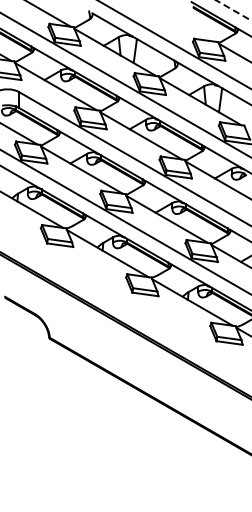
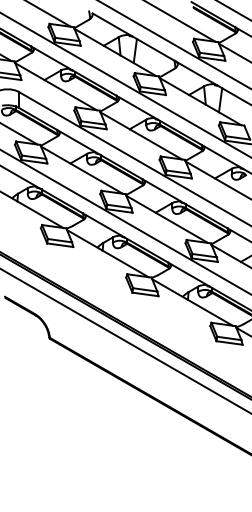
line at (234, 10): dashed -> solid
line at (180, 21): none -> present
line at (125, 341): none -> present
